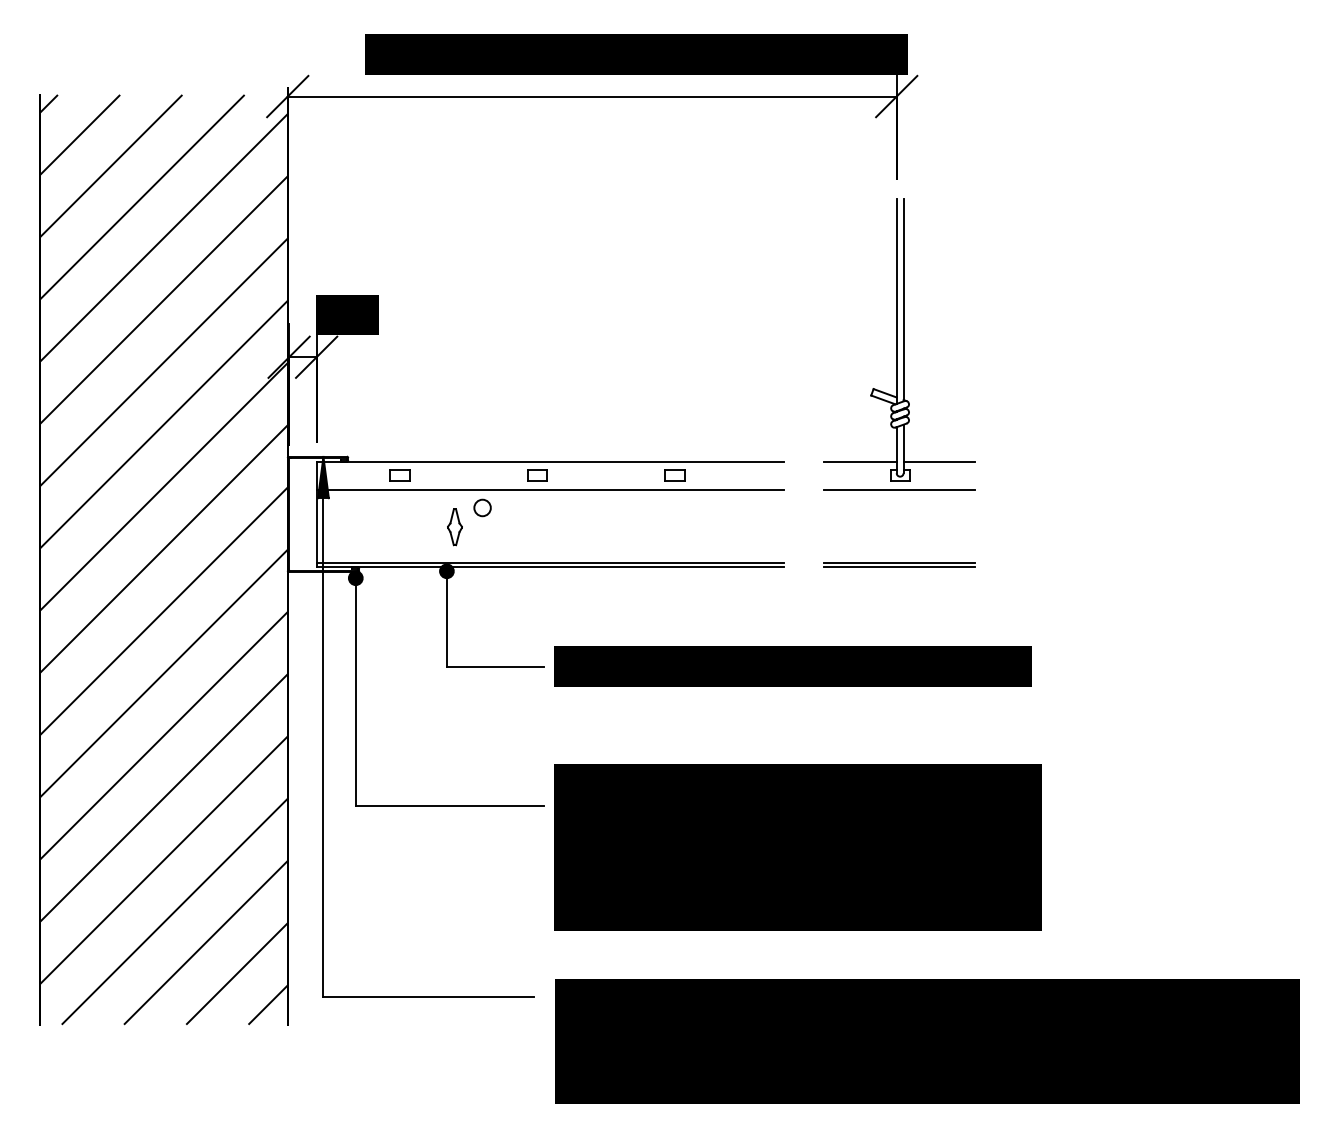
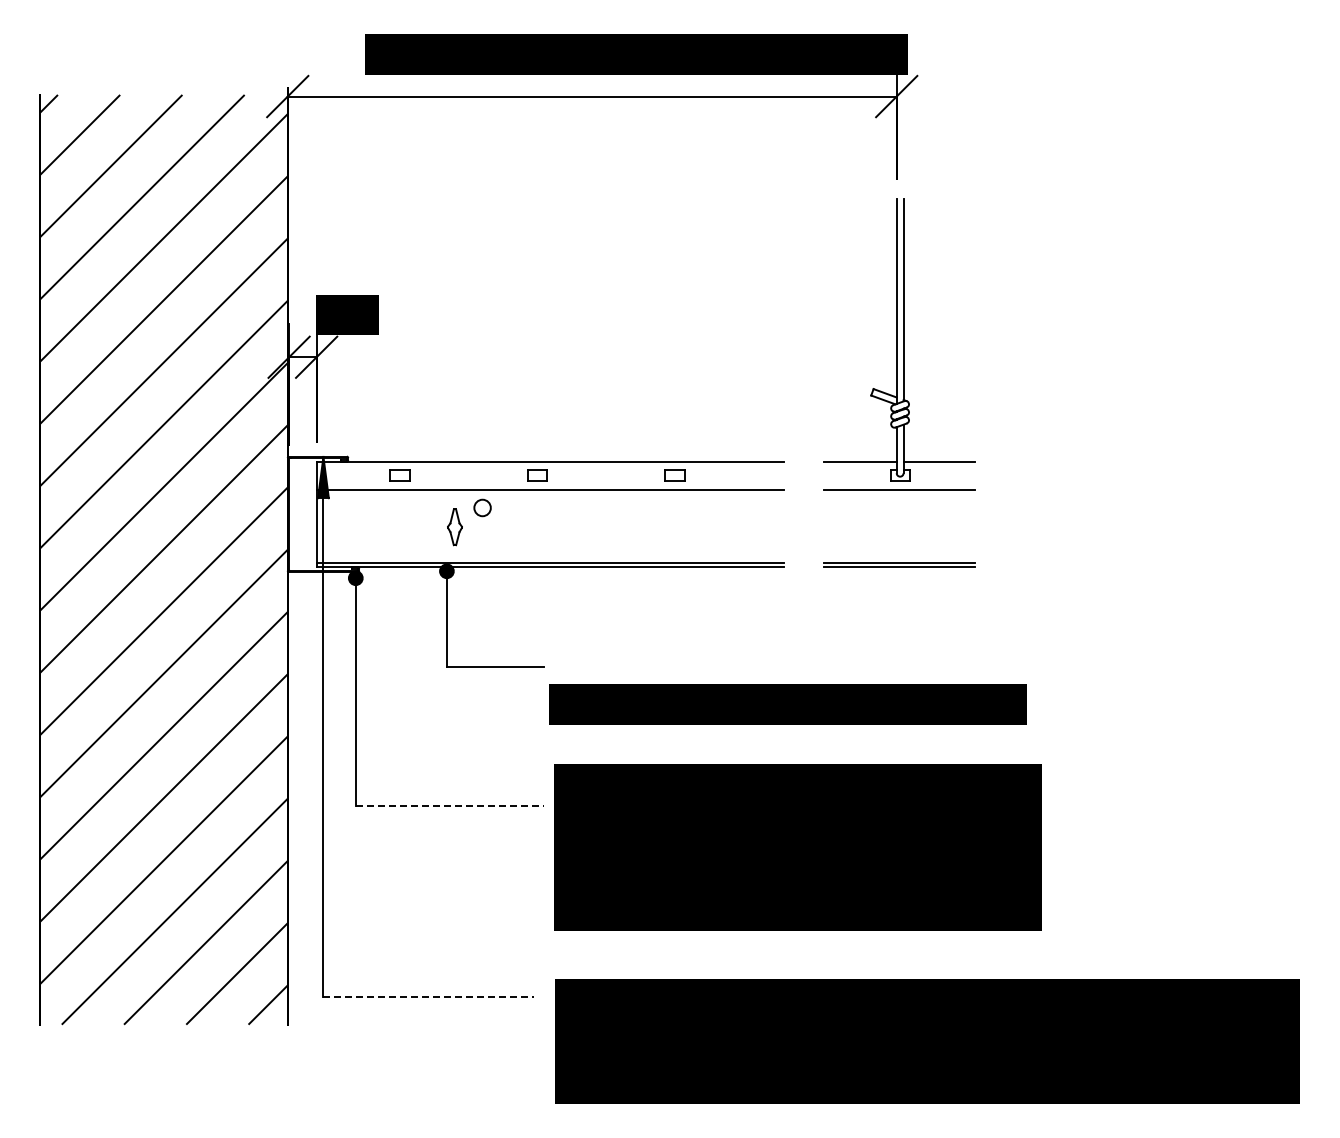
text at (792, 666) position: (792, 666) -> (787, 704)
line at (450, 805): solid -> dashed
line at (429, 997): solid -> dashed
